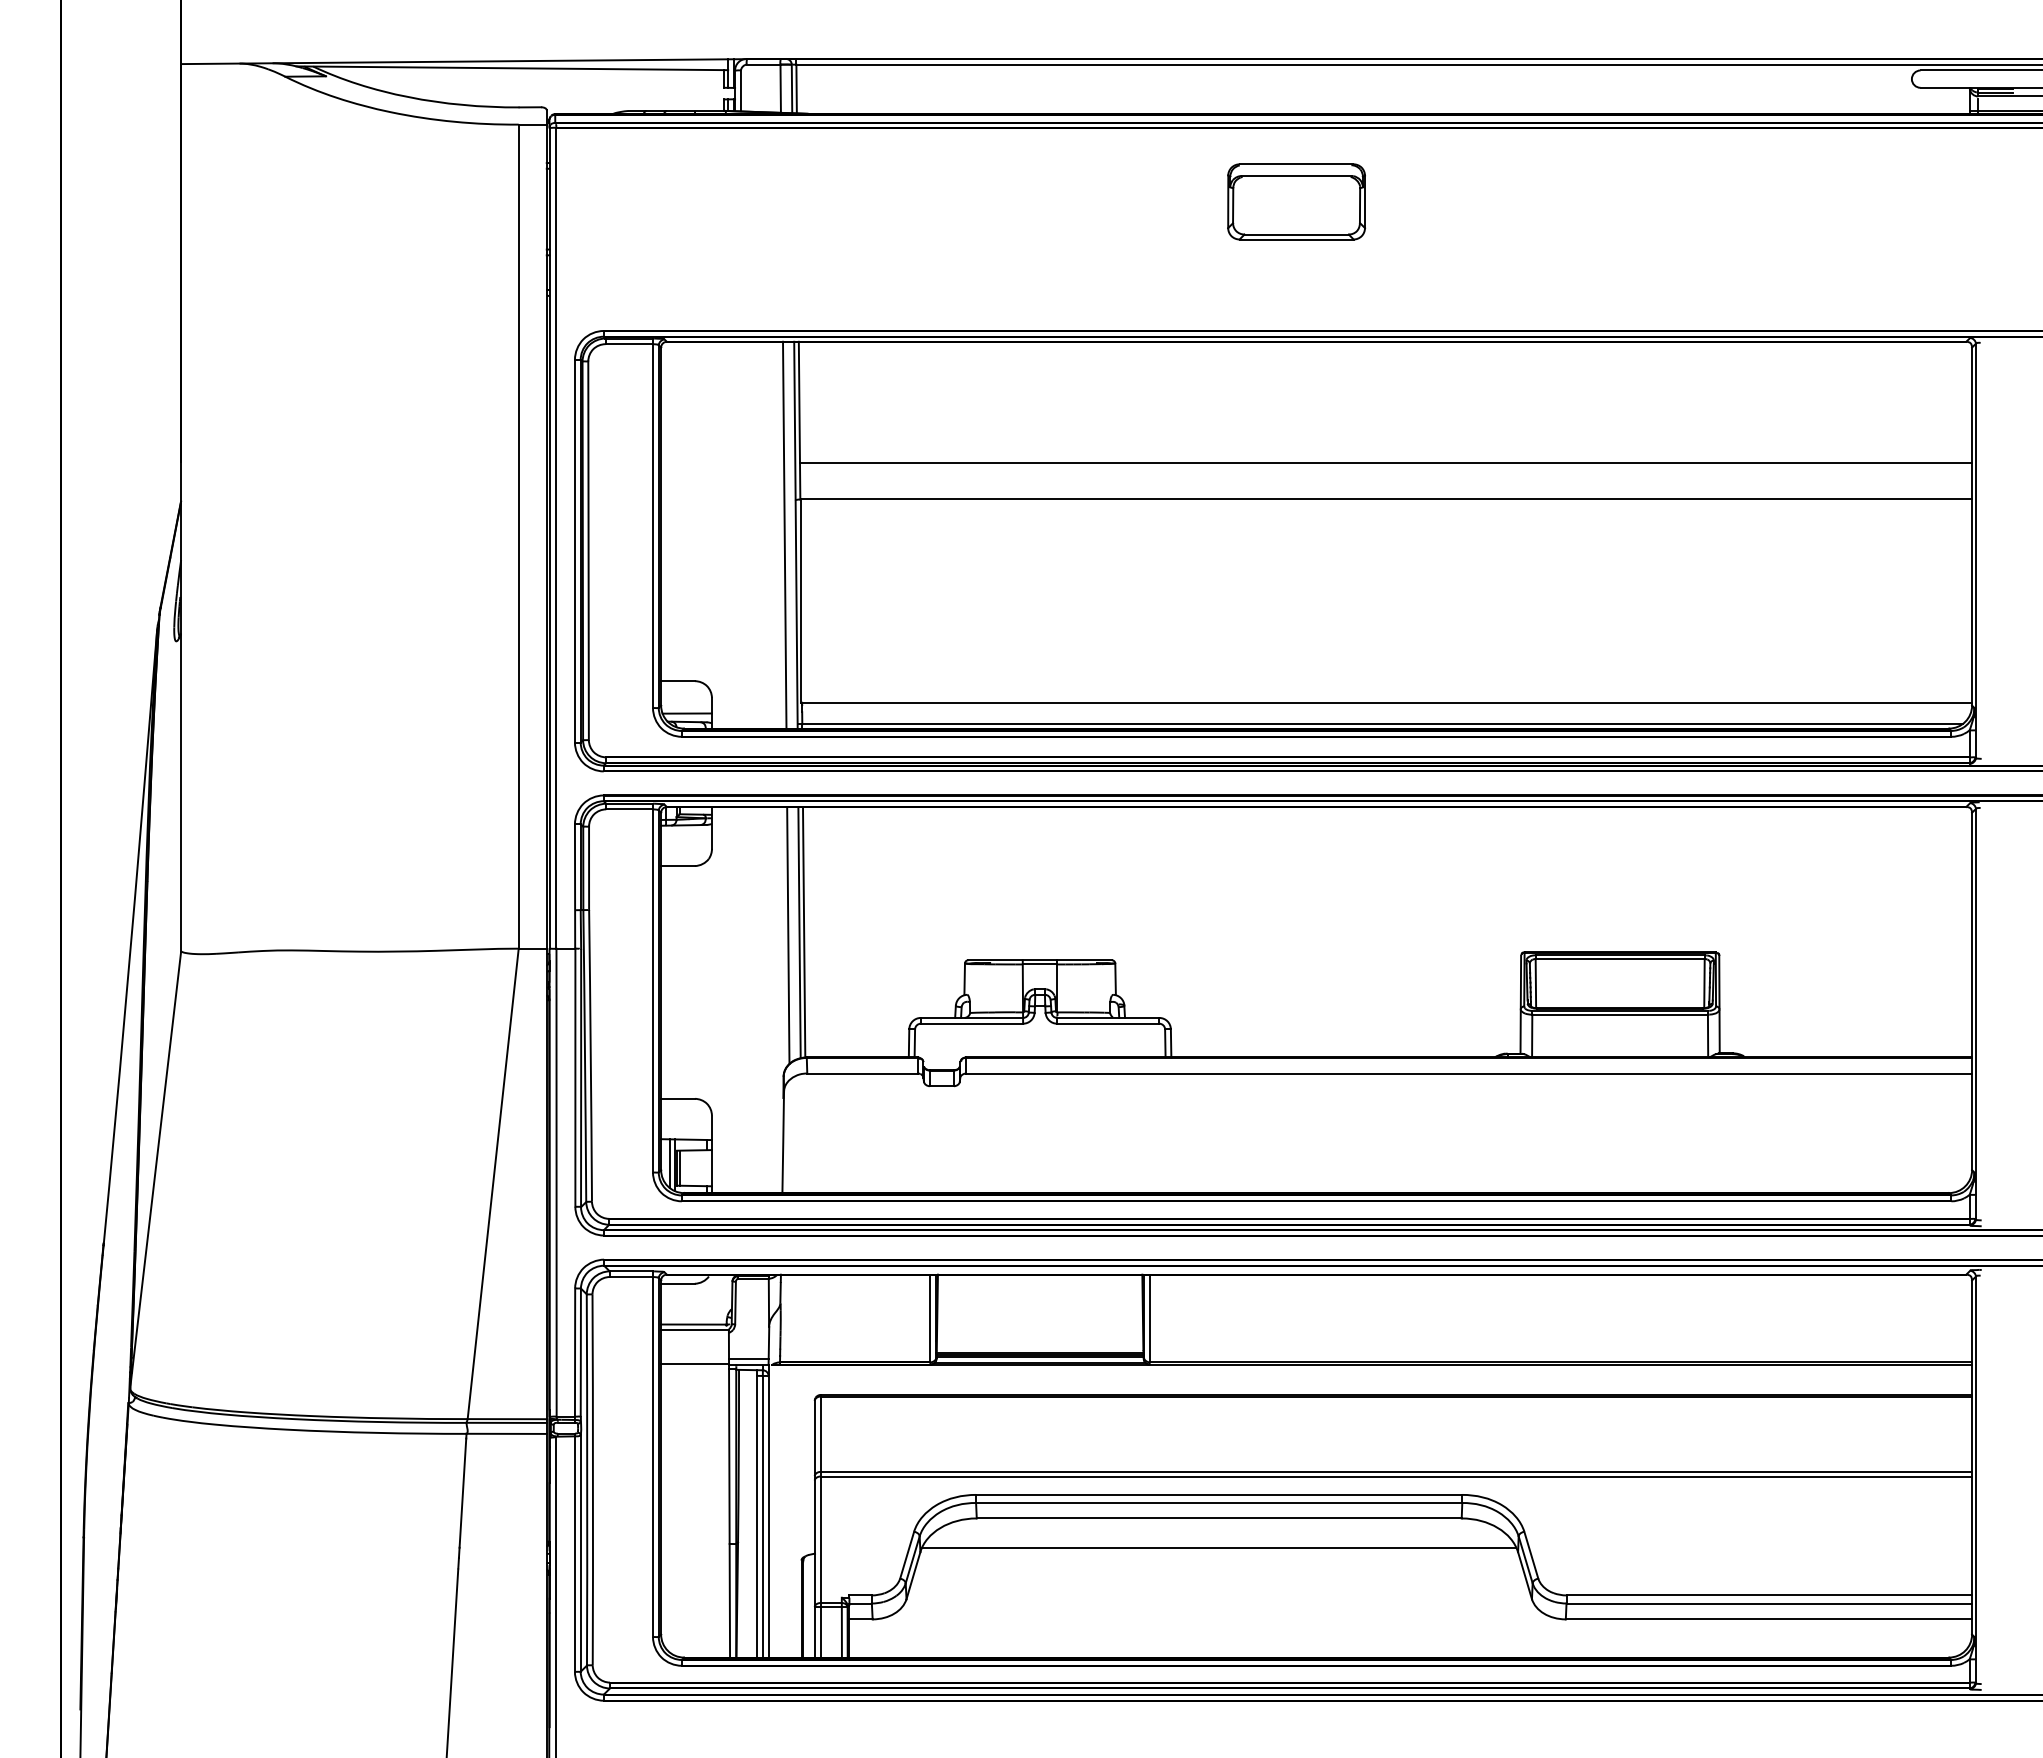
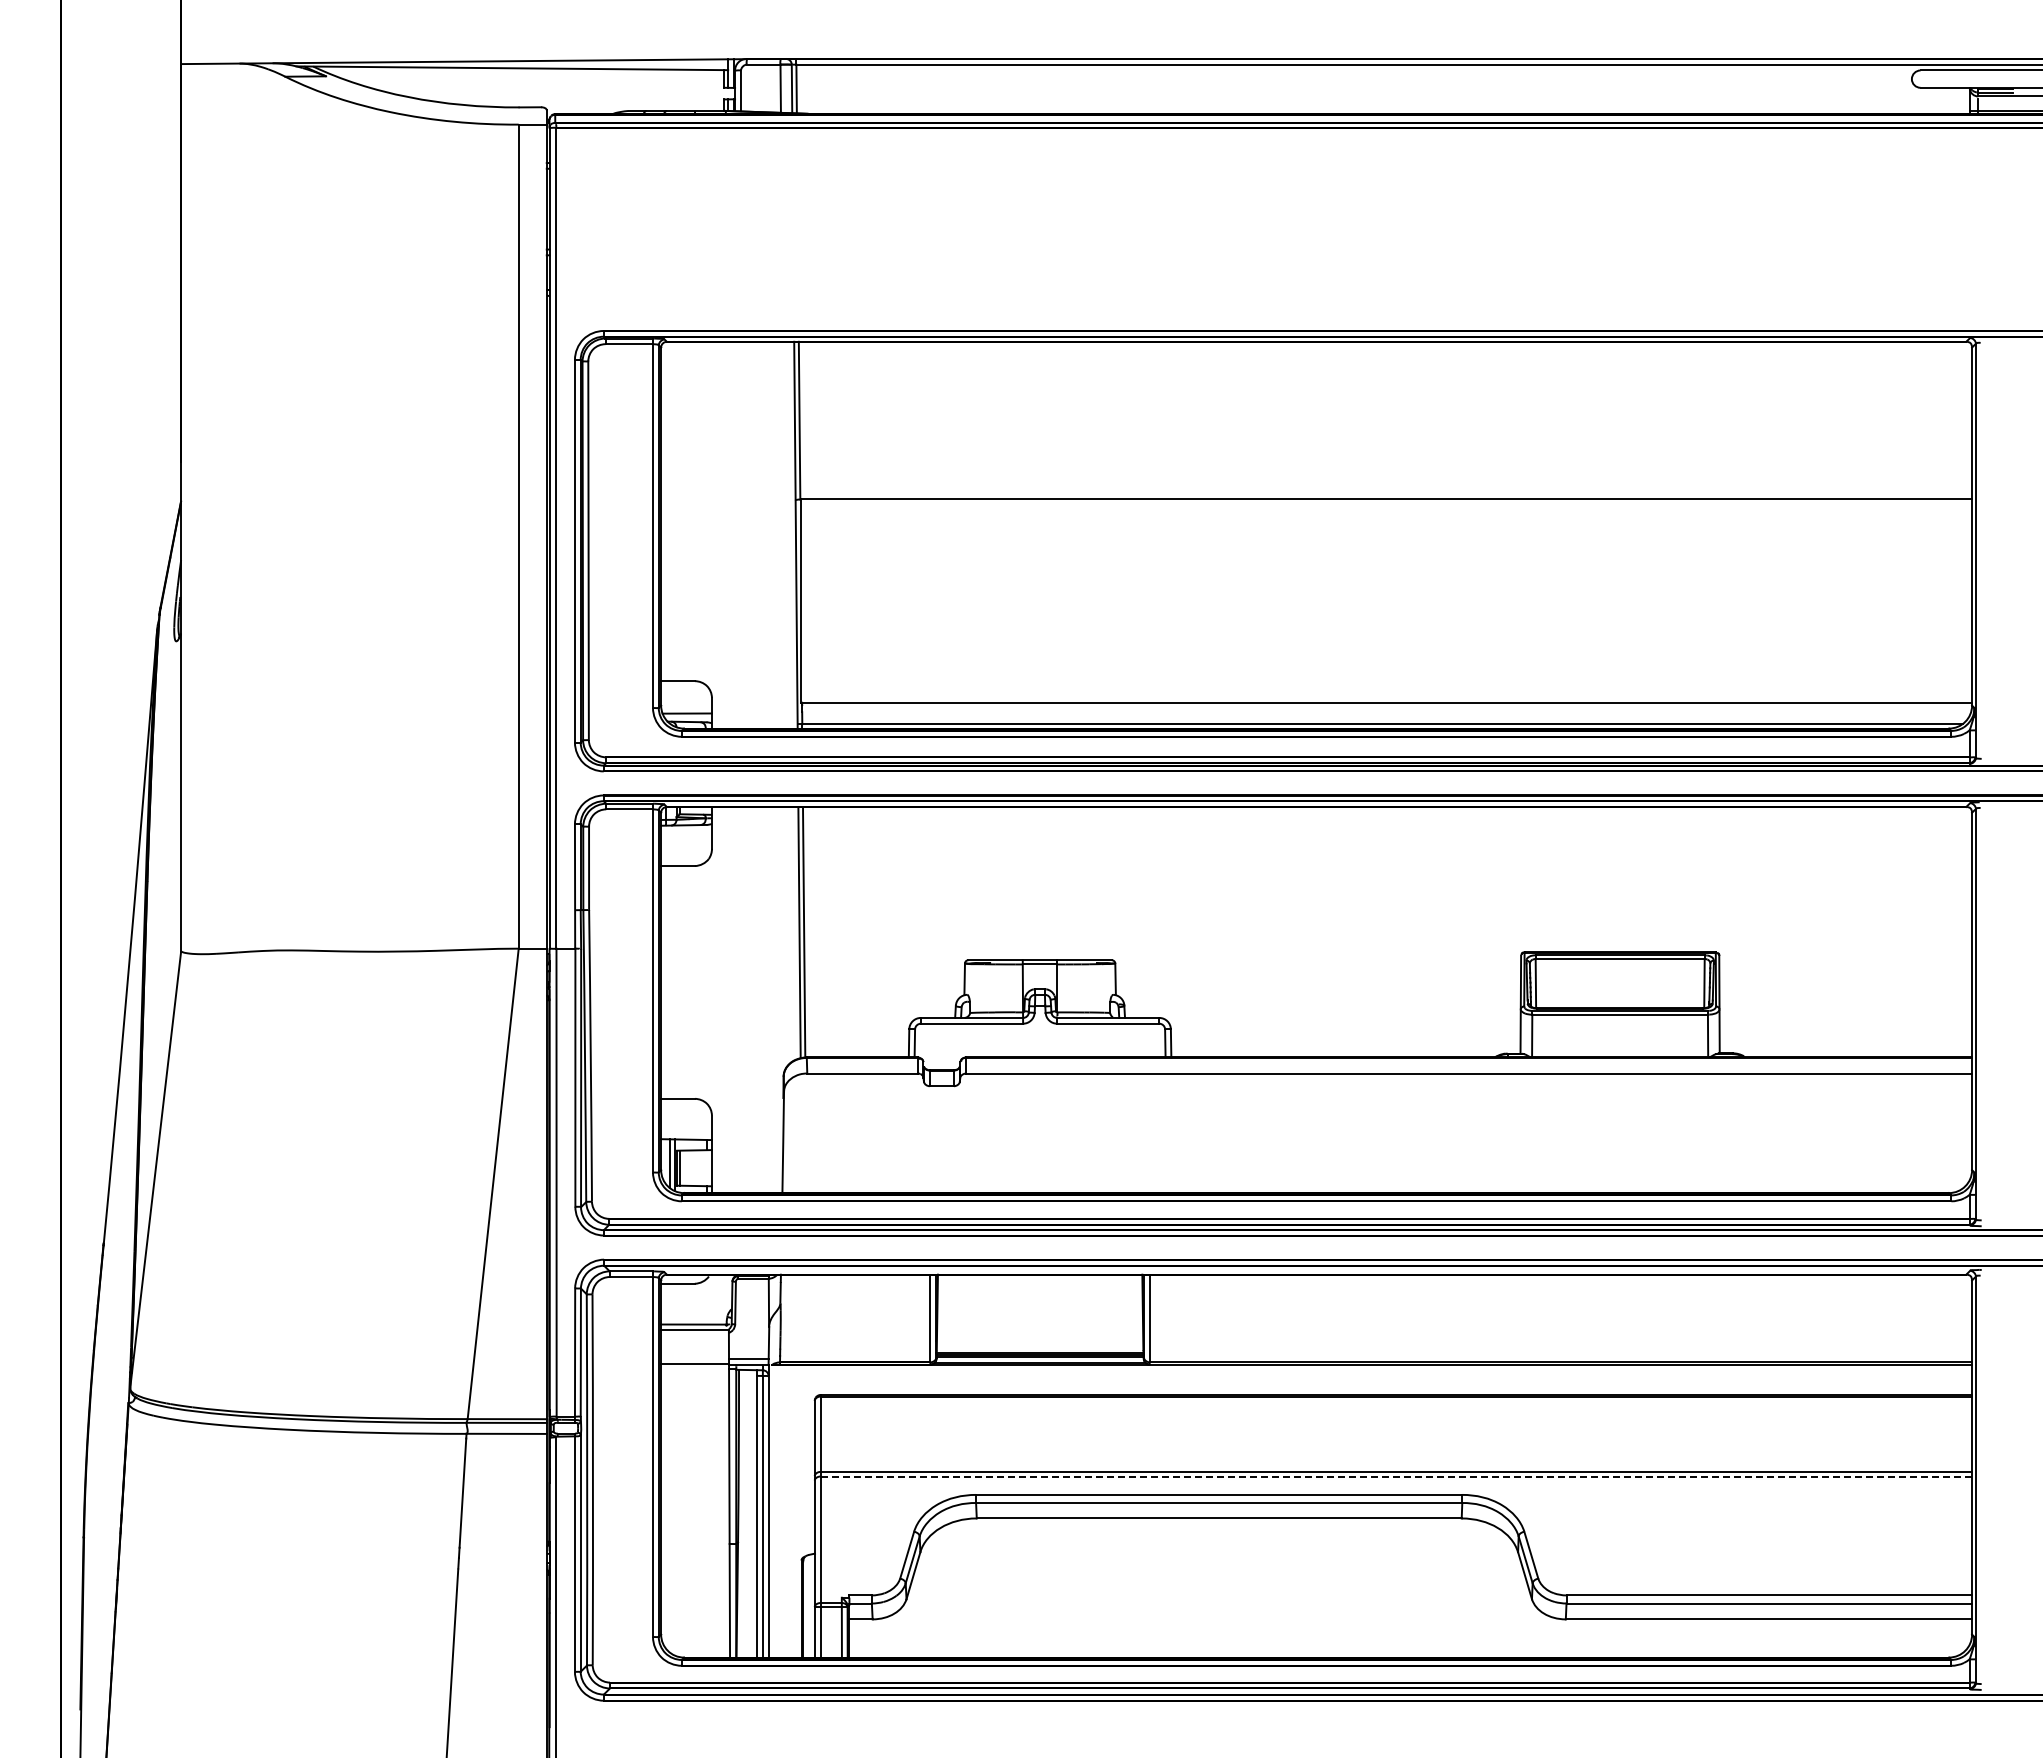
part at (1296, 201): present -> none
line at (1385, 463): present -> none
line at (784, 534): present -> none
line at (788, 934): present -> none
line at (1396, 1476): solid -> dashed
line at (1219, 1548): present -> none
